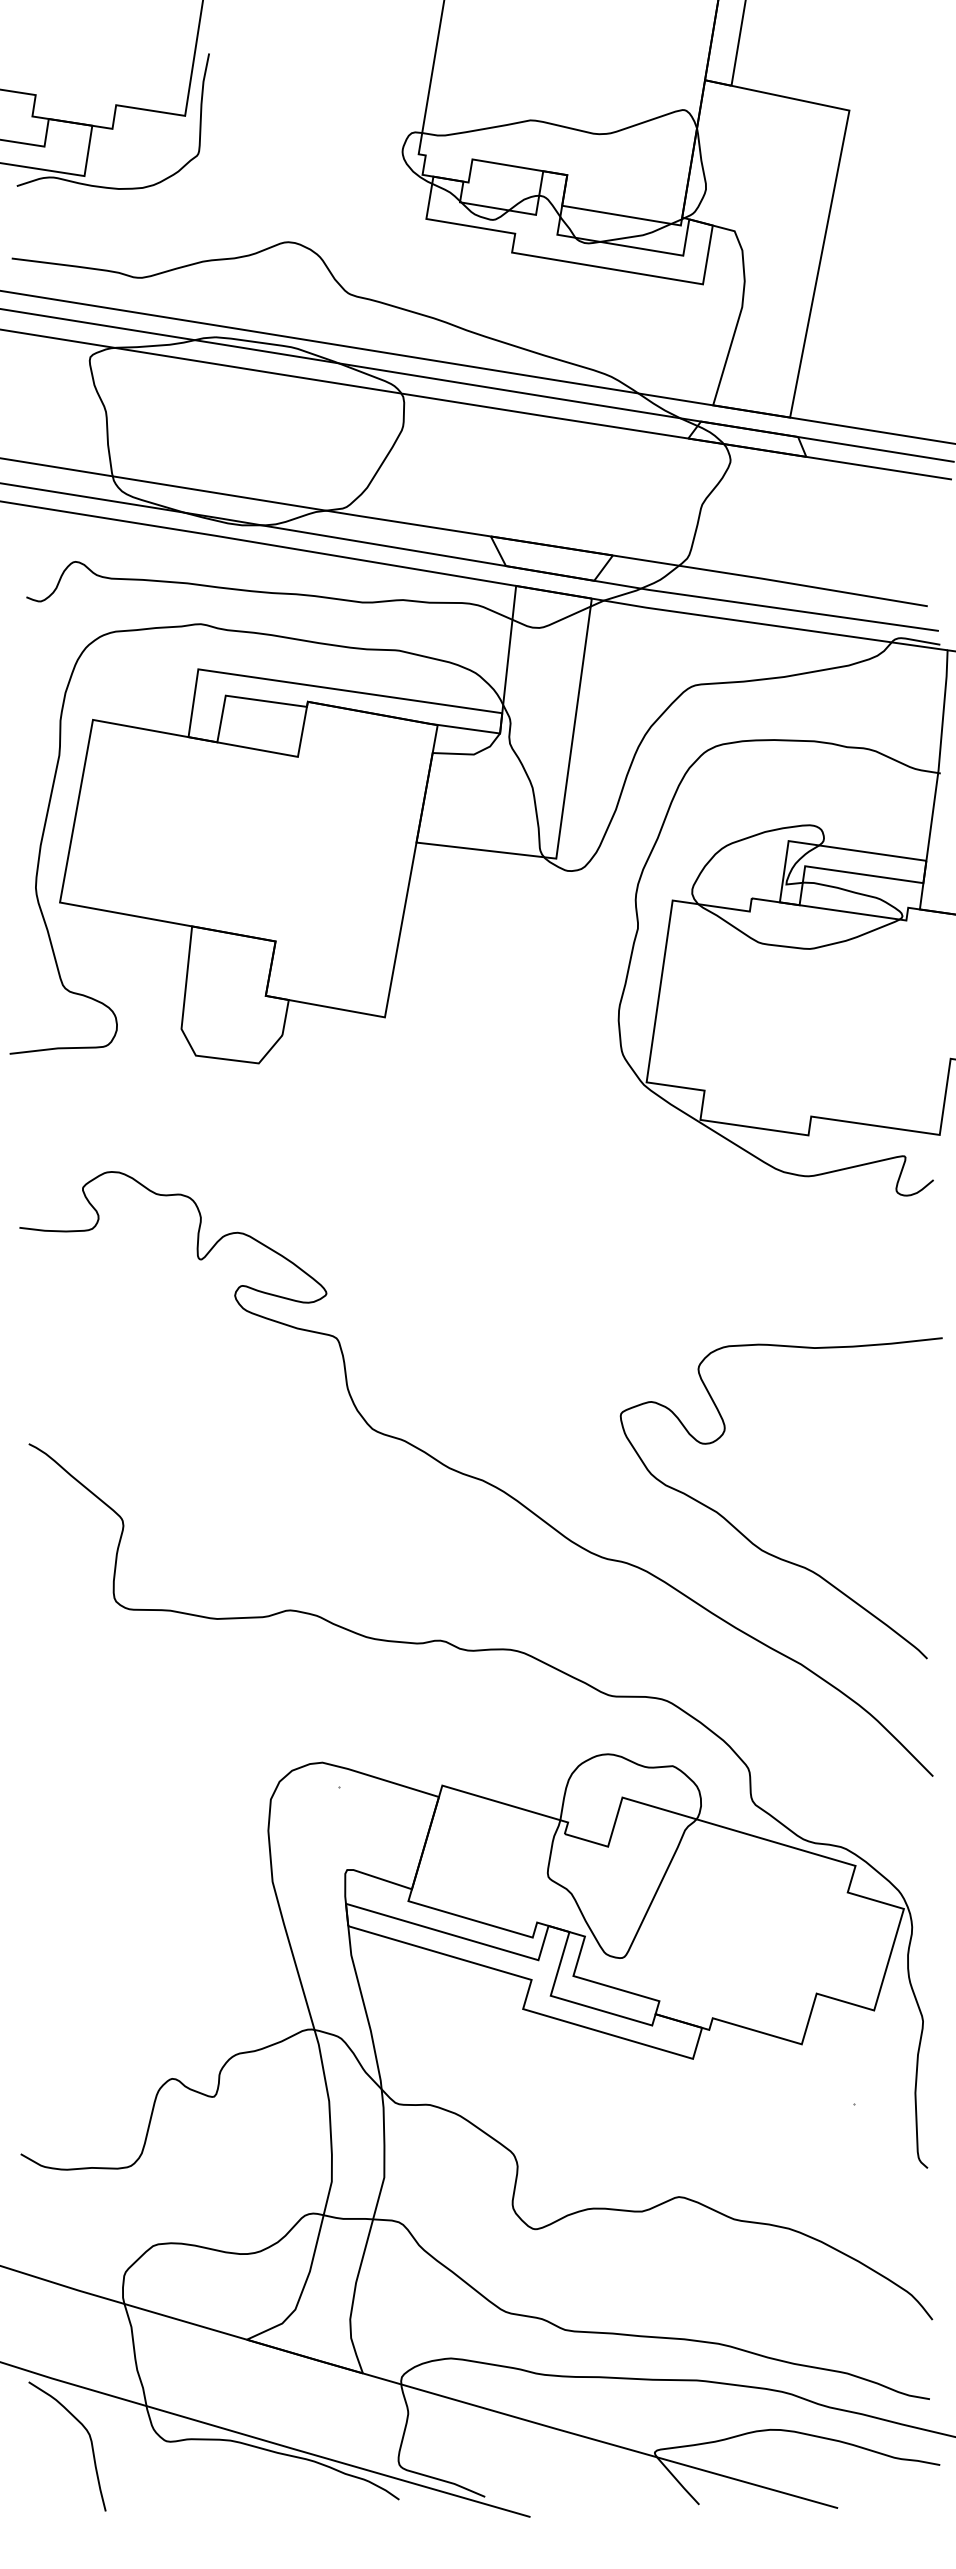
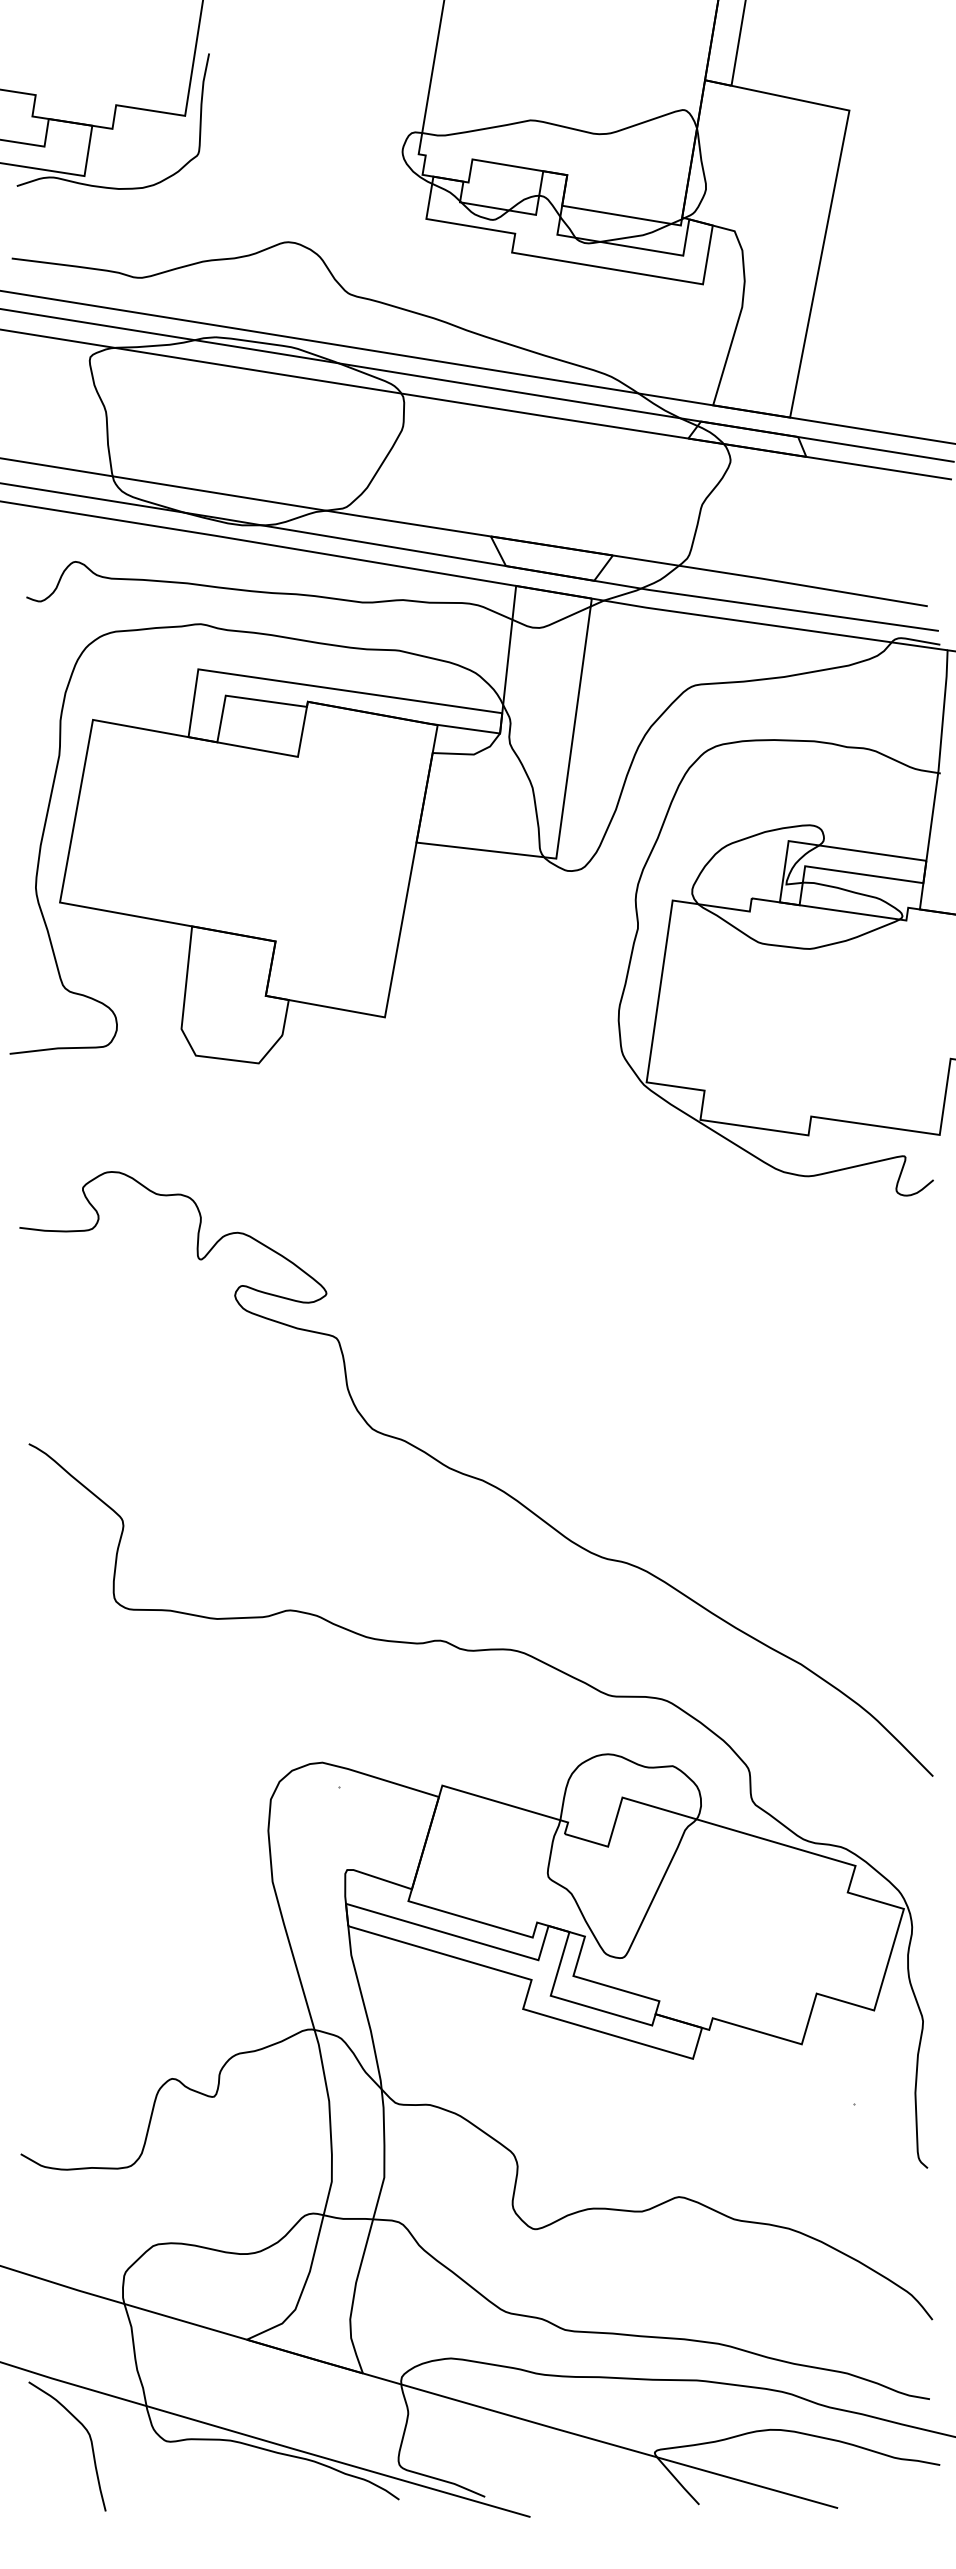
curve at (745, 1535): present -> none
